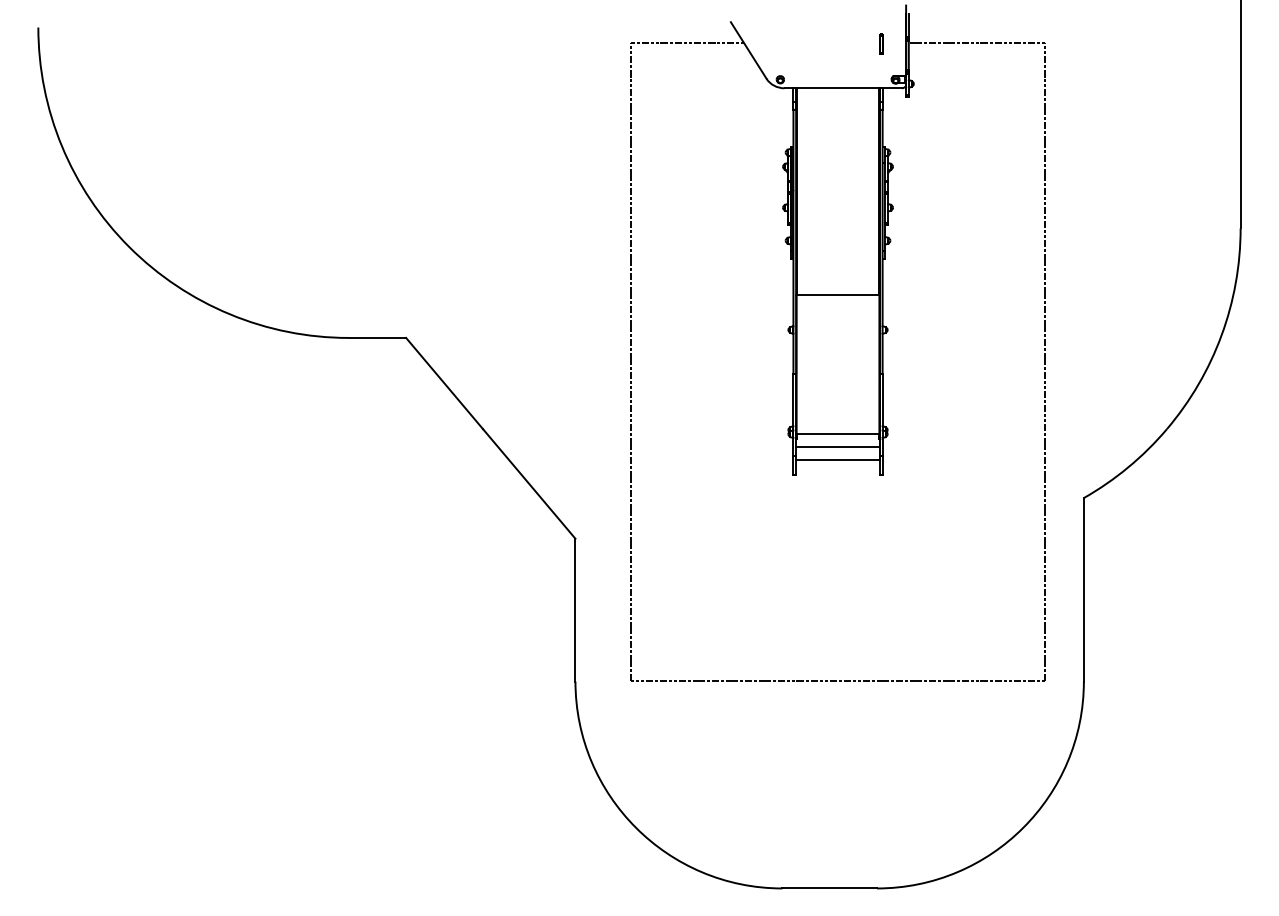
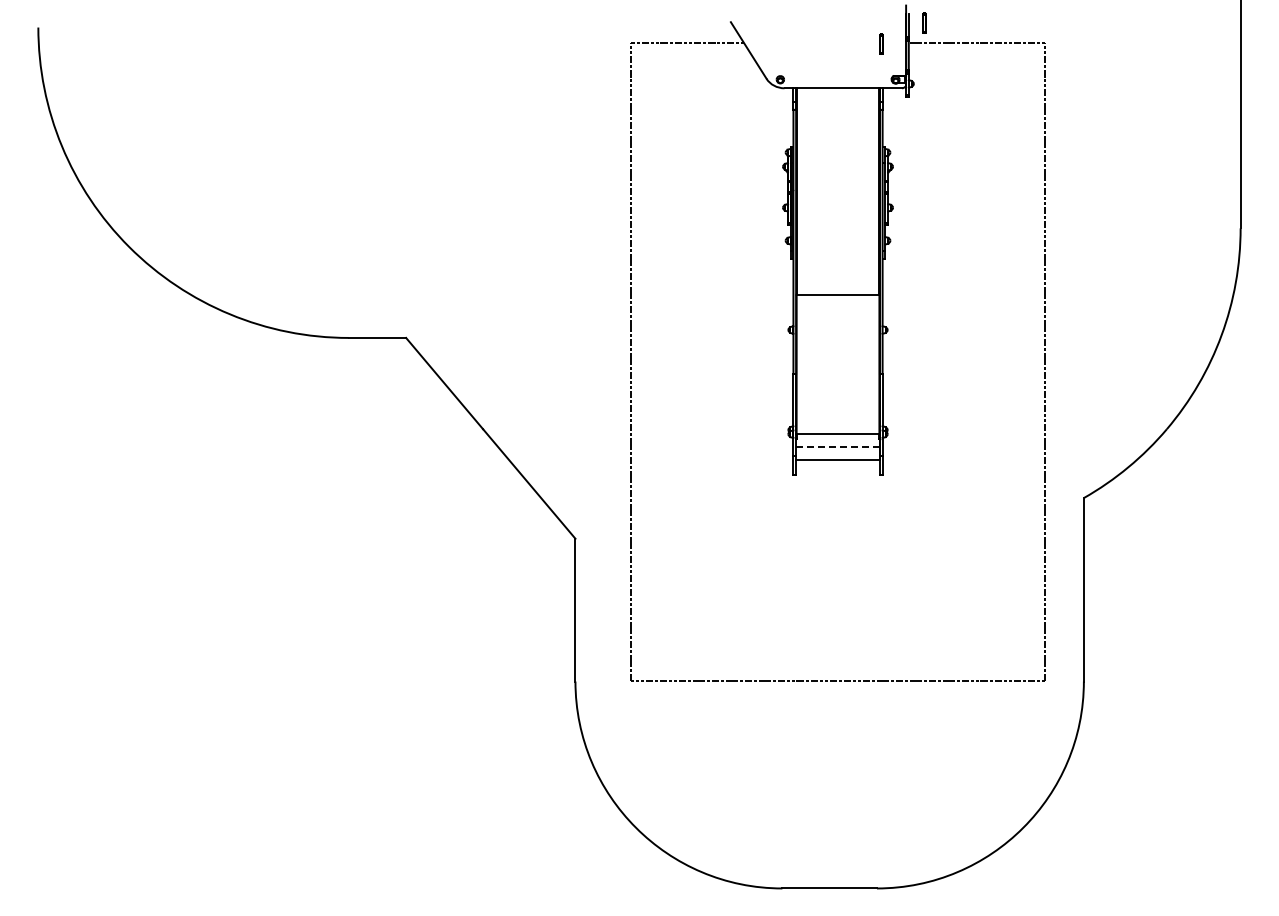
line at (923, 22): none -> present
line at (838, 447): solid -> dashed
